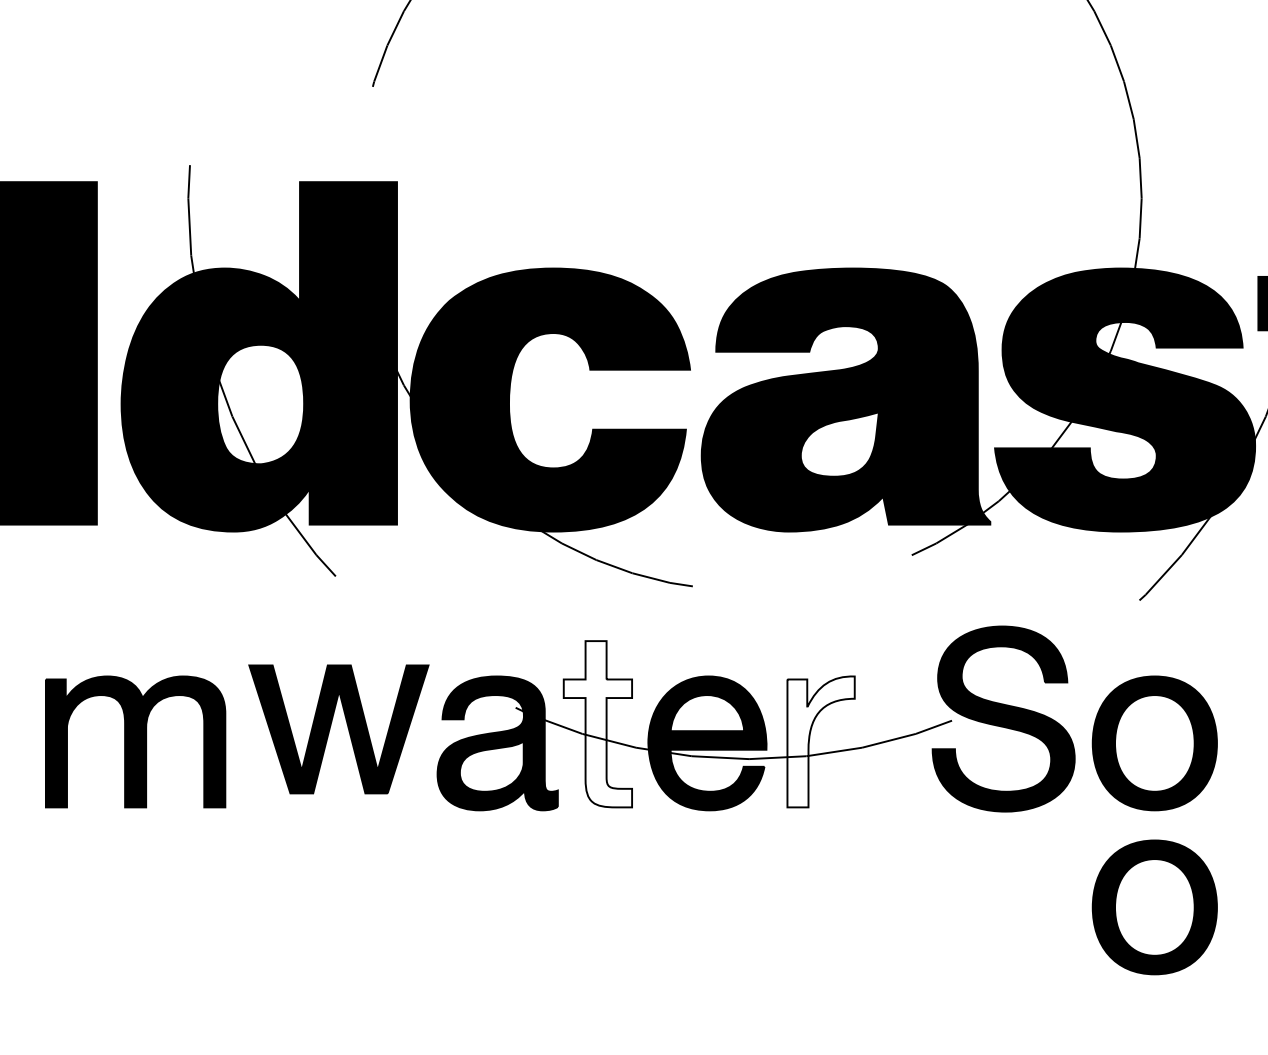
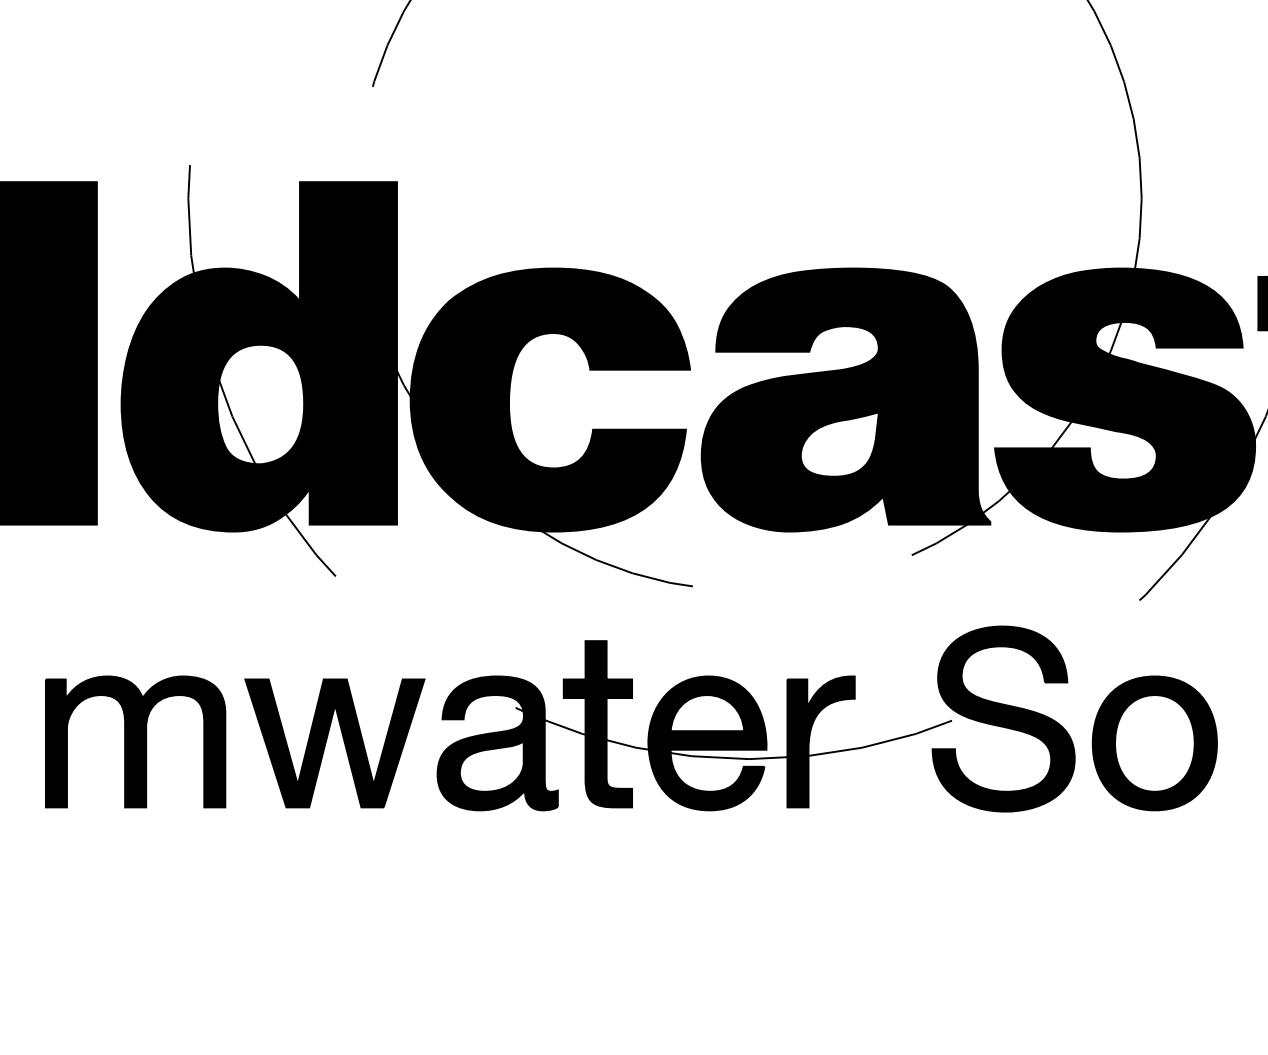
fill at (597, 724): none -> present
part at (331, 726) position: (331, 726) -> (327, 740)
fill at (820, 741): none -> present
part at (1154, 907): present -> none
